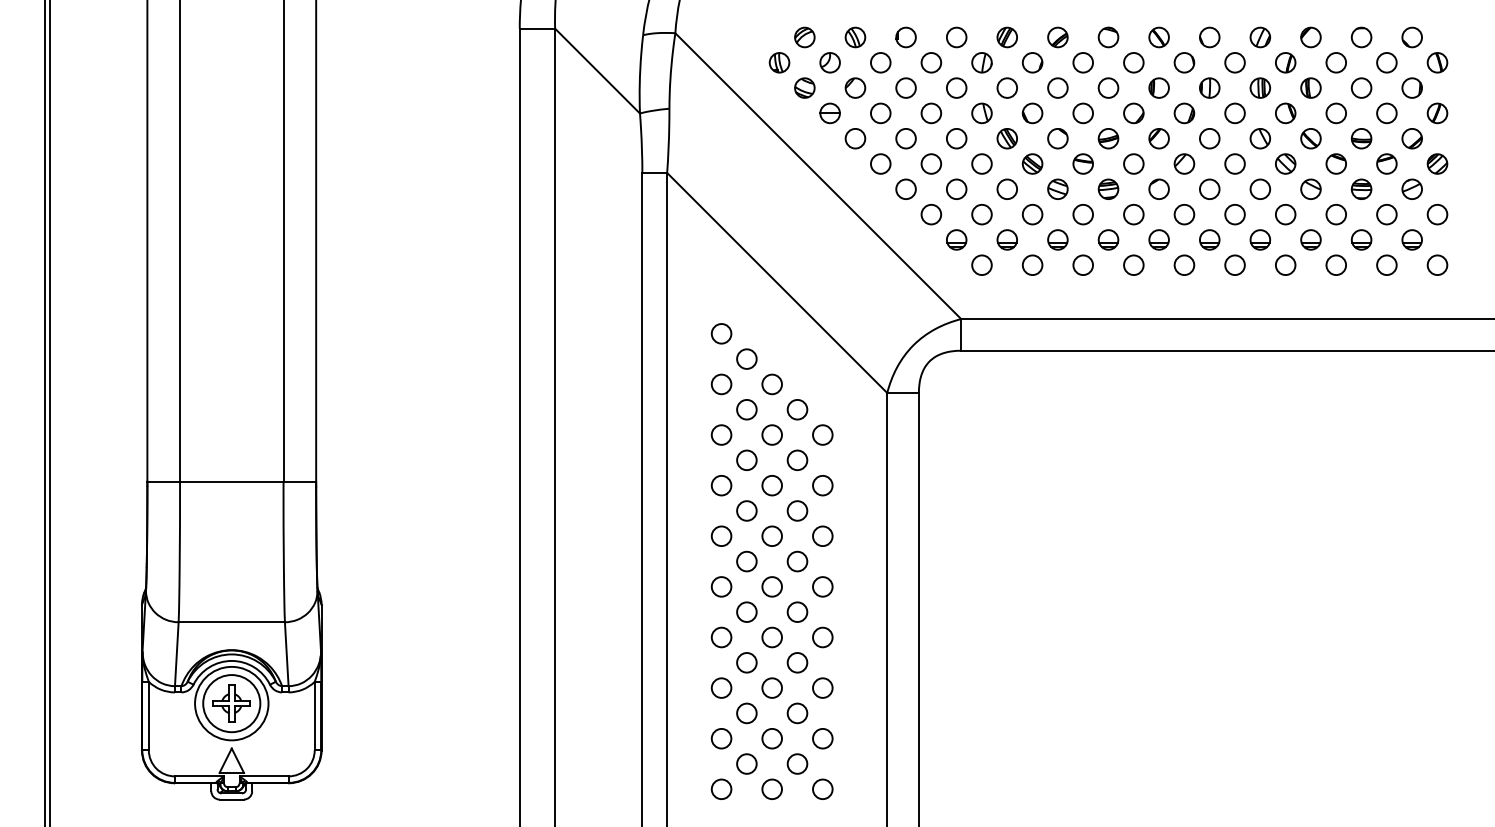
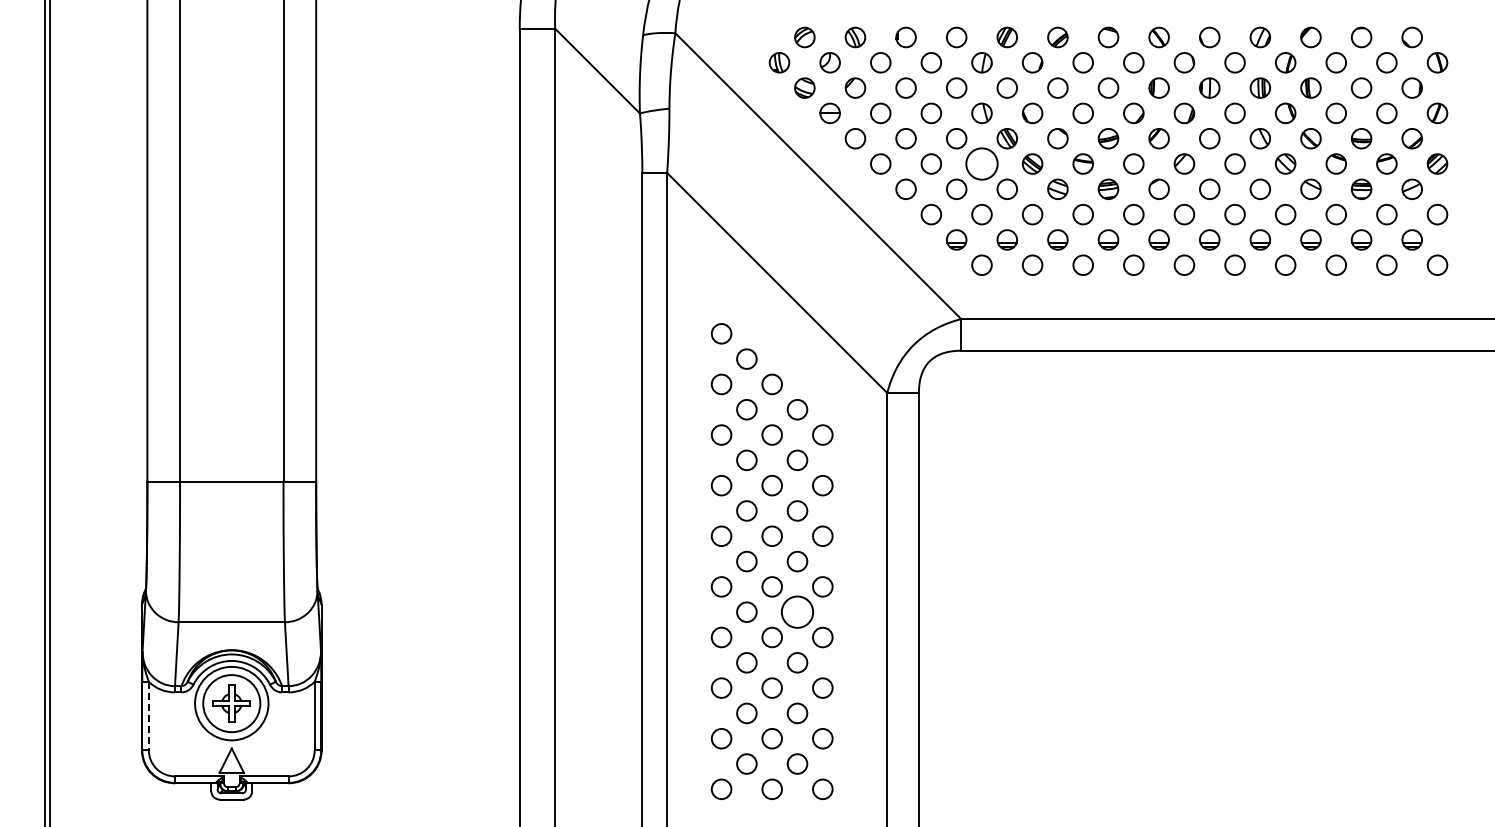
circle at (981, 163) diameter: 20 px -> 31 px
circle at (797, 611) diameter: 20 px -> 31 px
line at (148, 716): solid -> dashed
